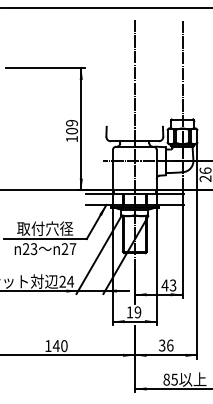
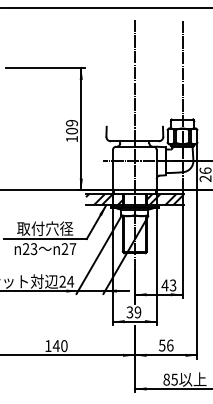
hatch at (104, 199): none -> present
hatch at (164, 199): none -> present
text at (129, 312): 19 -> 39
text at (162, 344): 36 -> 56
